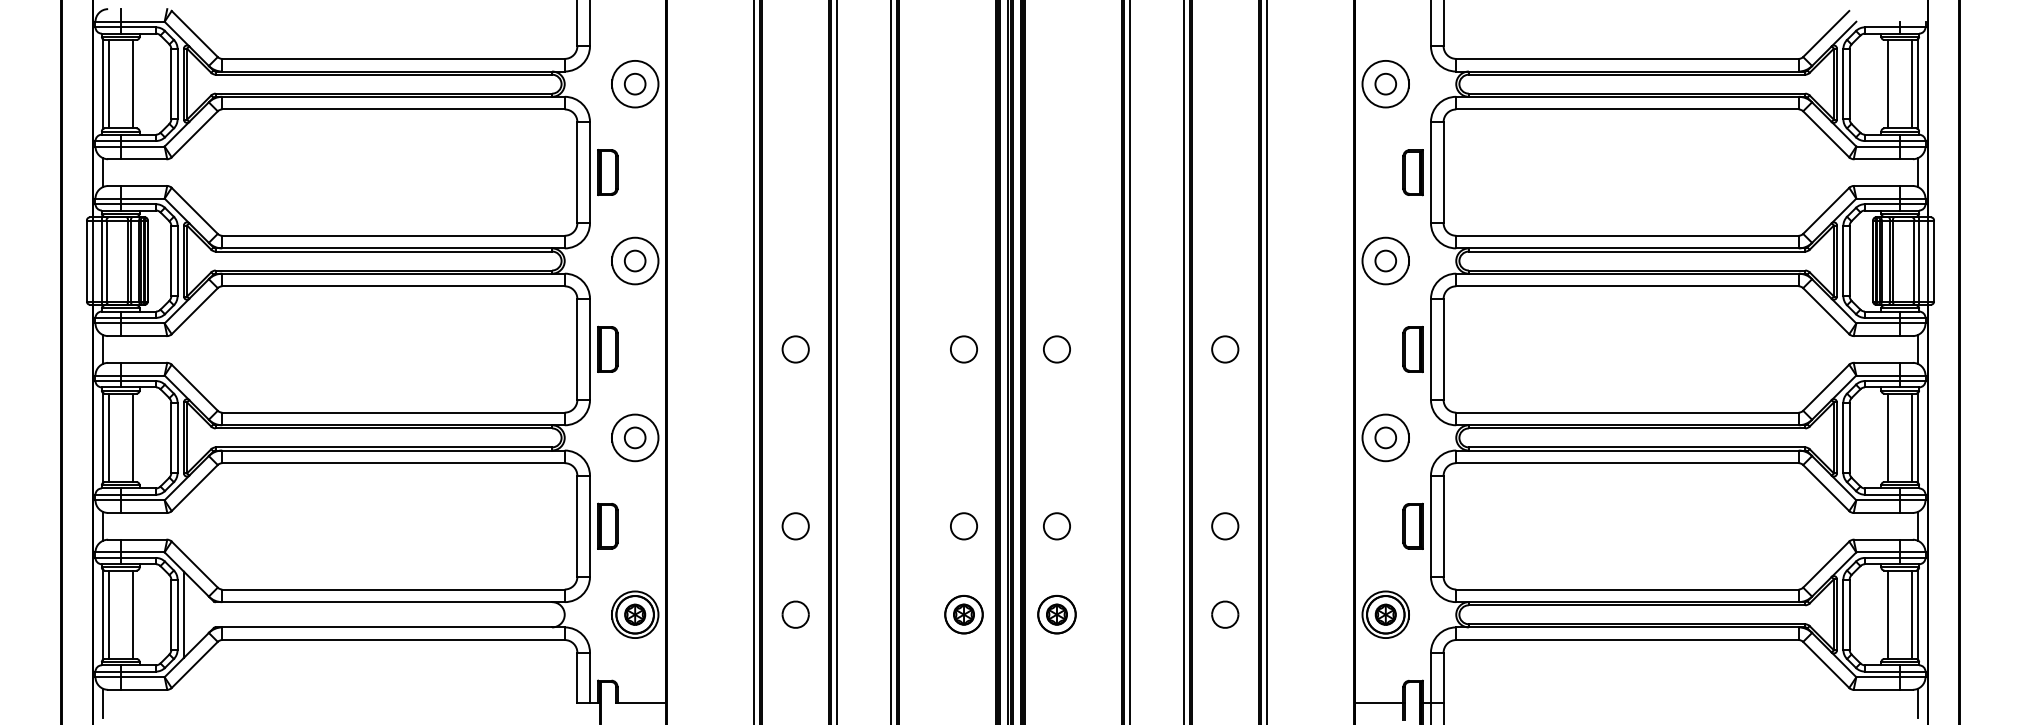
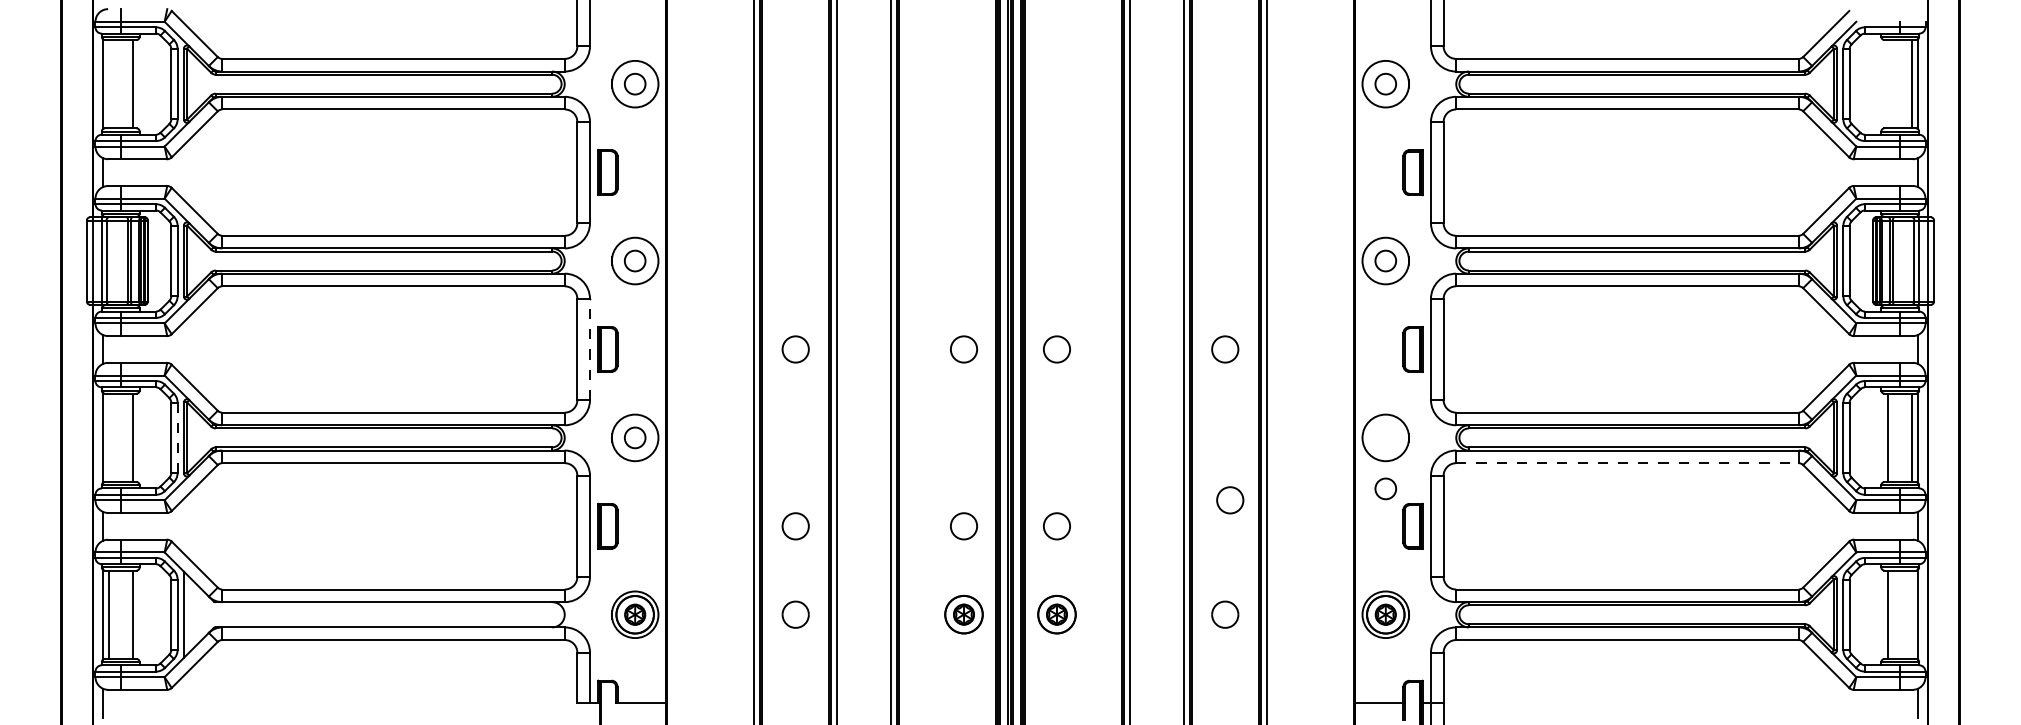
line at (108, 83): present -> none
line at (1888, 83): present -> none
line at (590, 349): solid -> dashed
line at (108, 437): present -> none
line at (177, 437): solid -> dashed
circle at (1385, 437) position: (1385, 437) -> (1385, 488)
line at (1627, 463): solid -> dashed
circle at (1225, 526) position: (1225, 526) -> (1230, 500)
line at (1912, 614): present -> none
